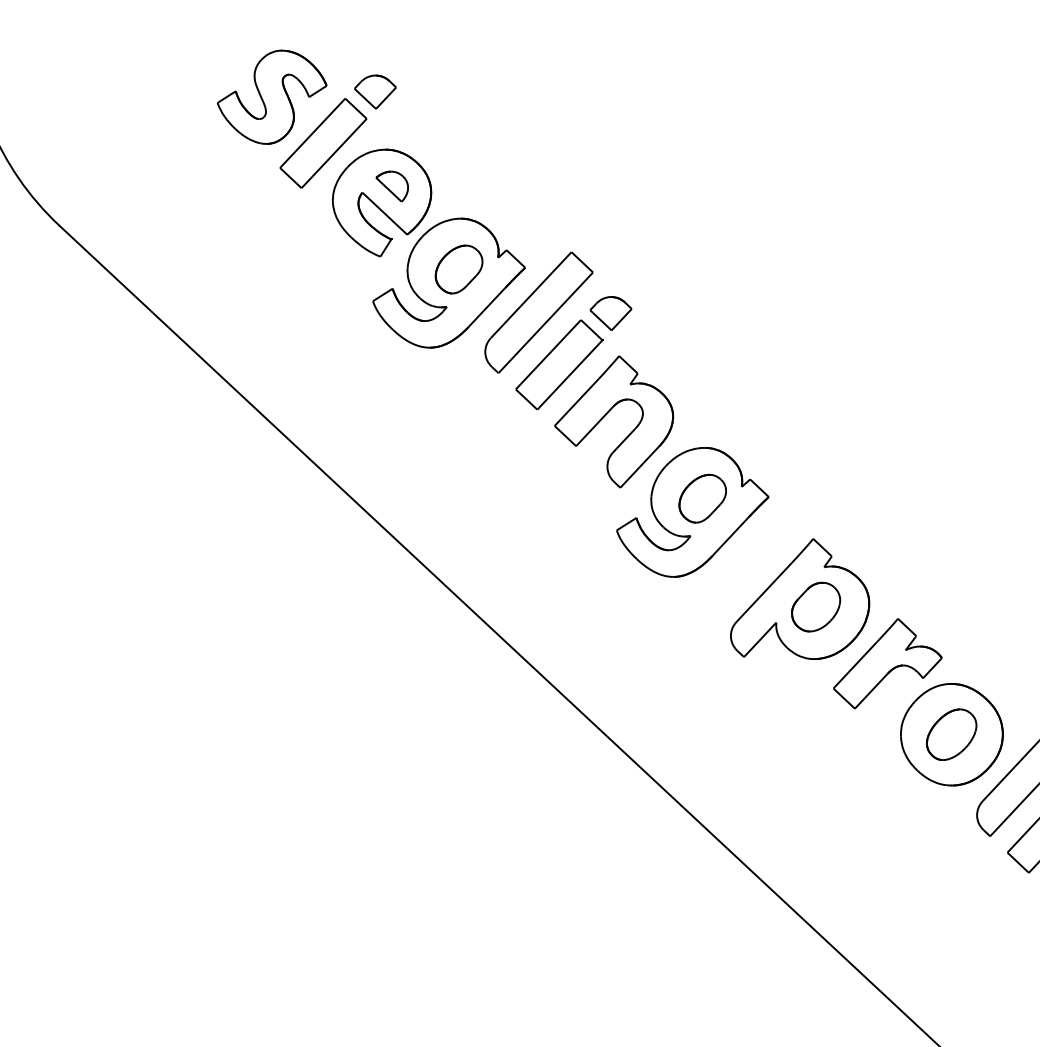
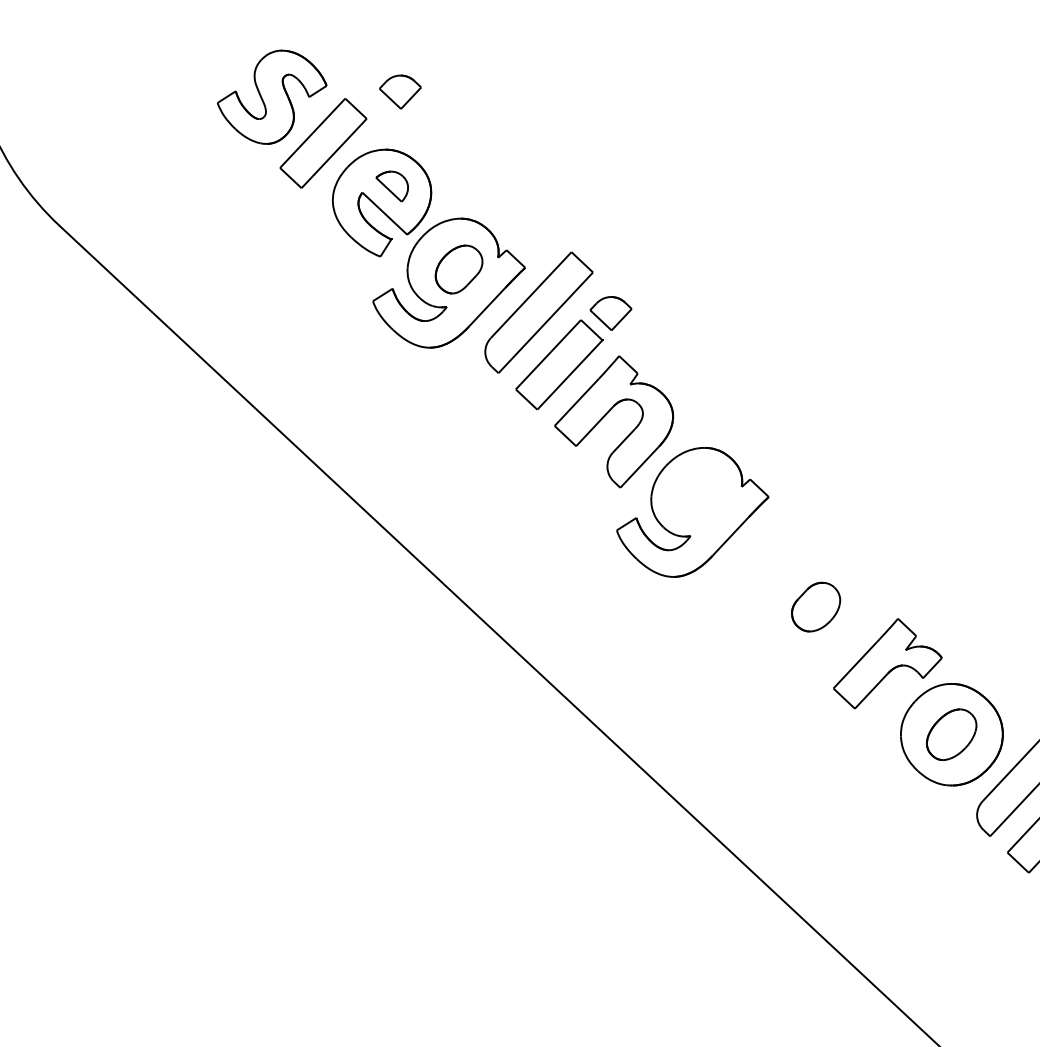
part at (375, 91) position: (375, 91) -> (400, 91)
part at (702, 498): present -> none
part at (800, 598): present -> none
